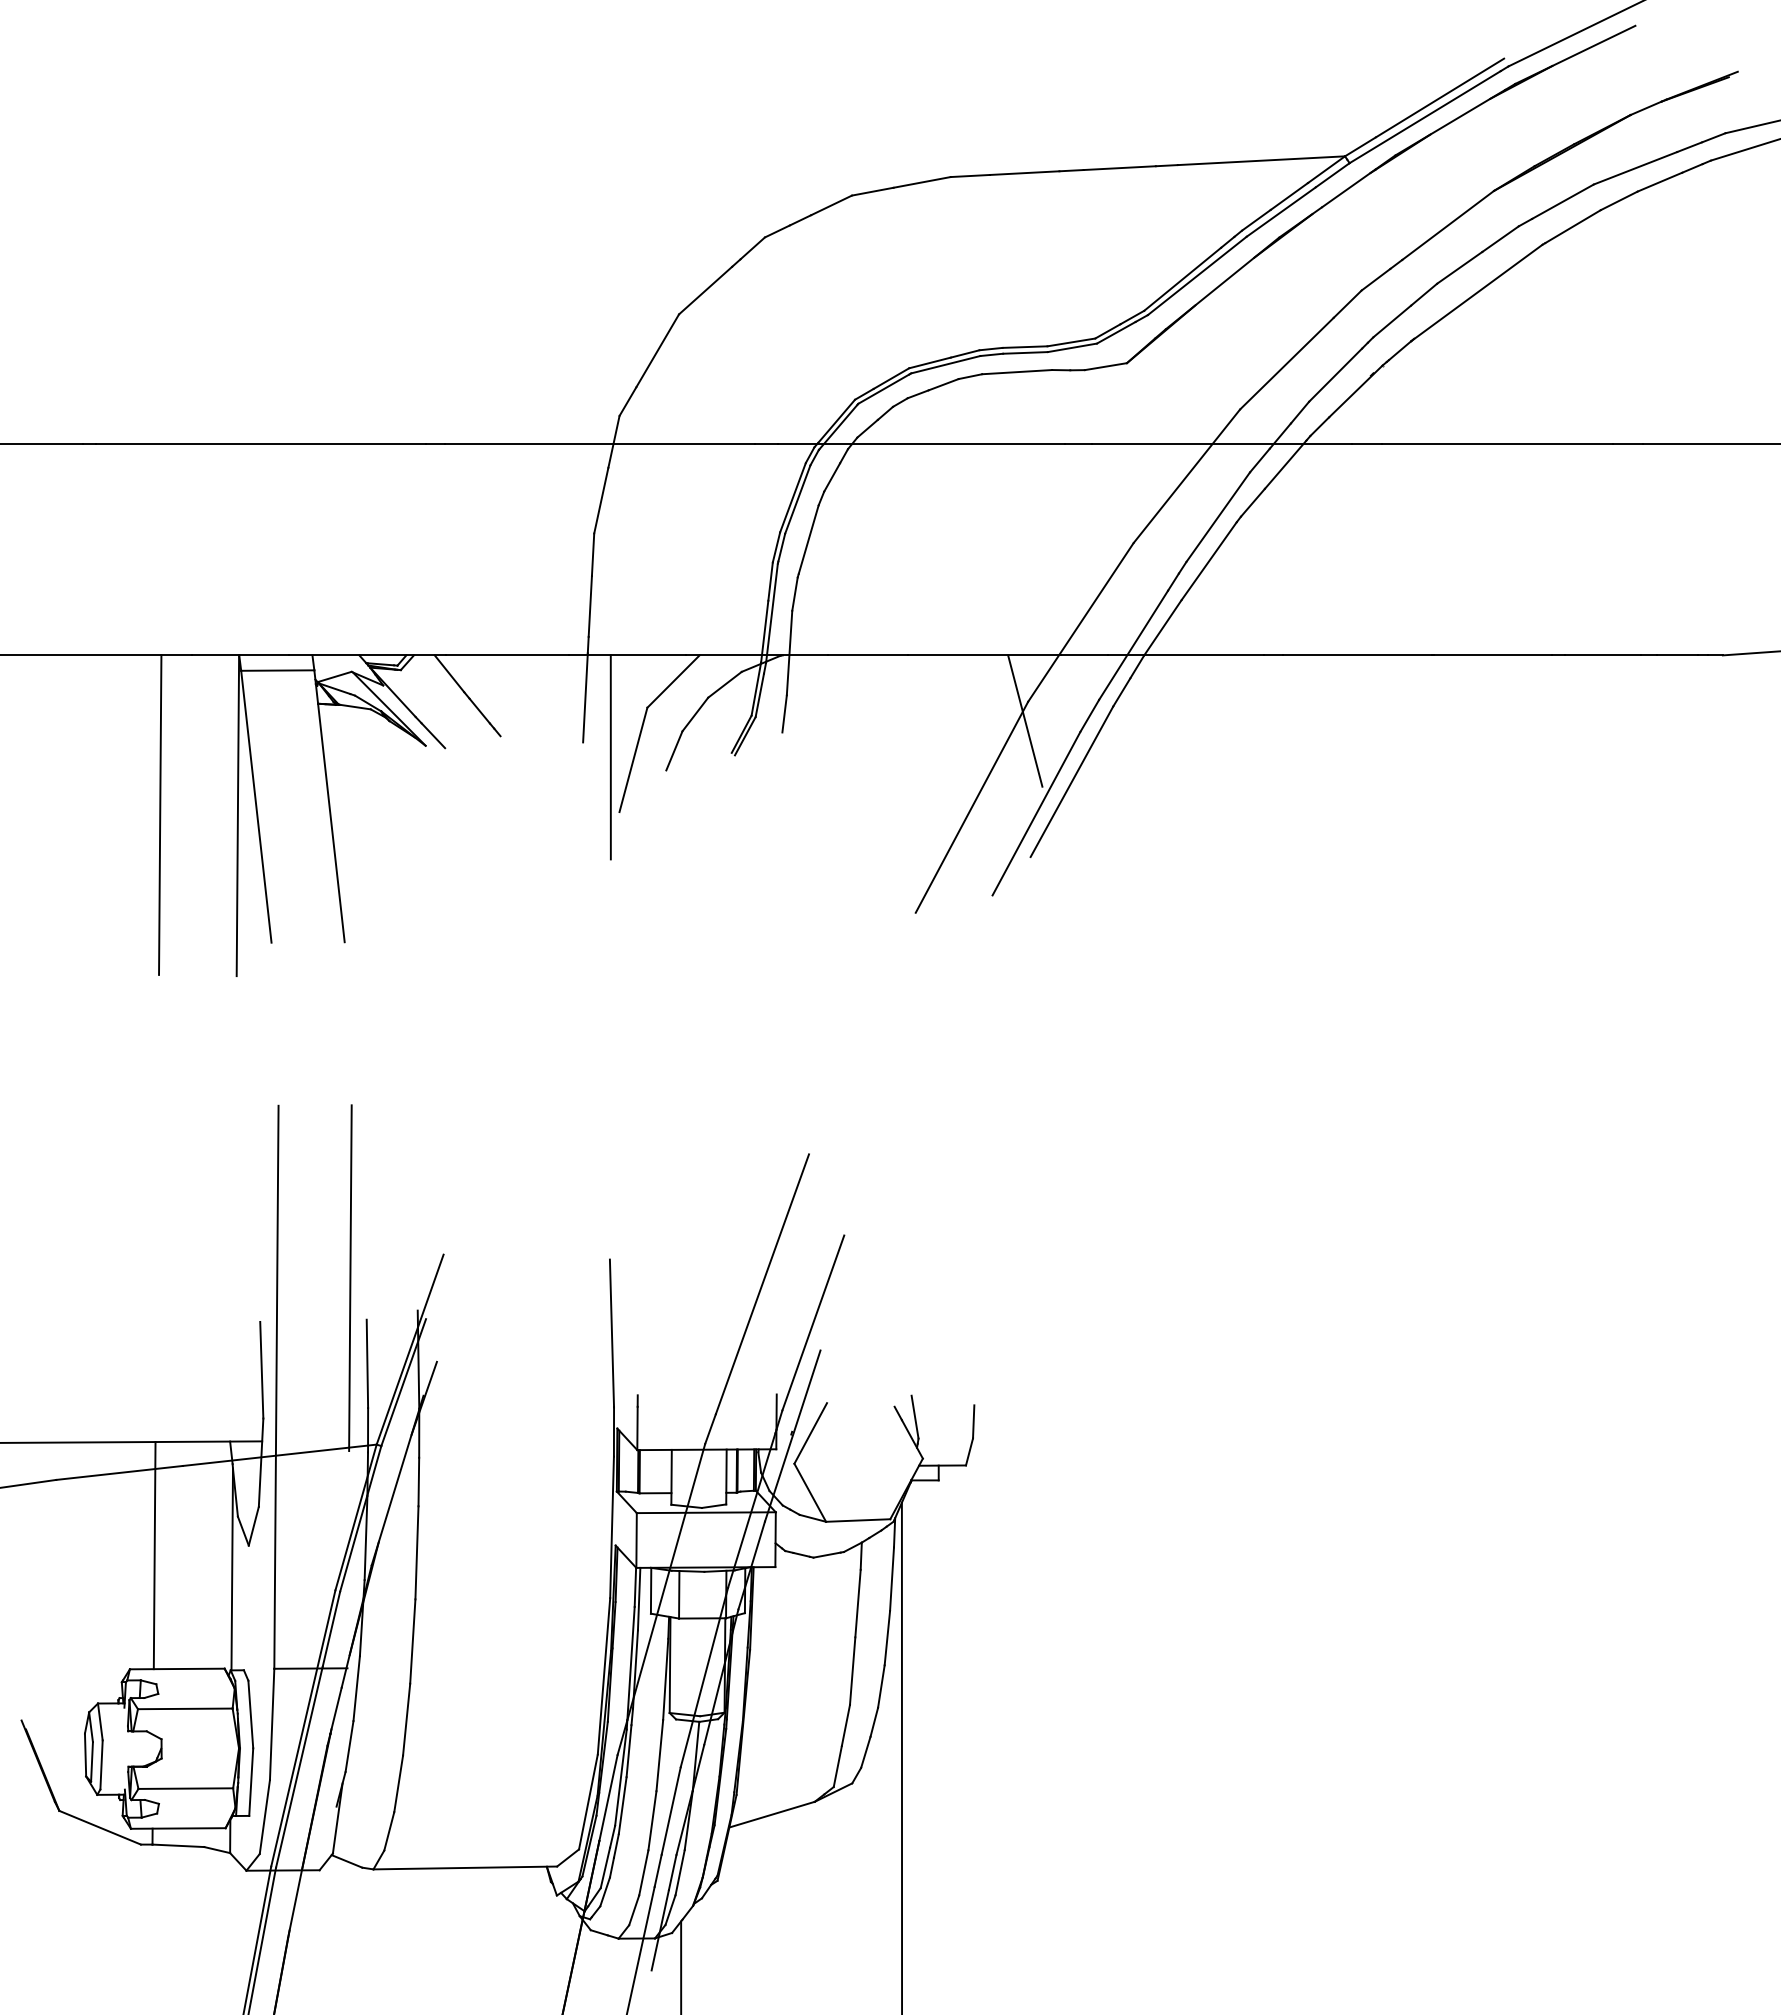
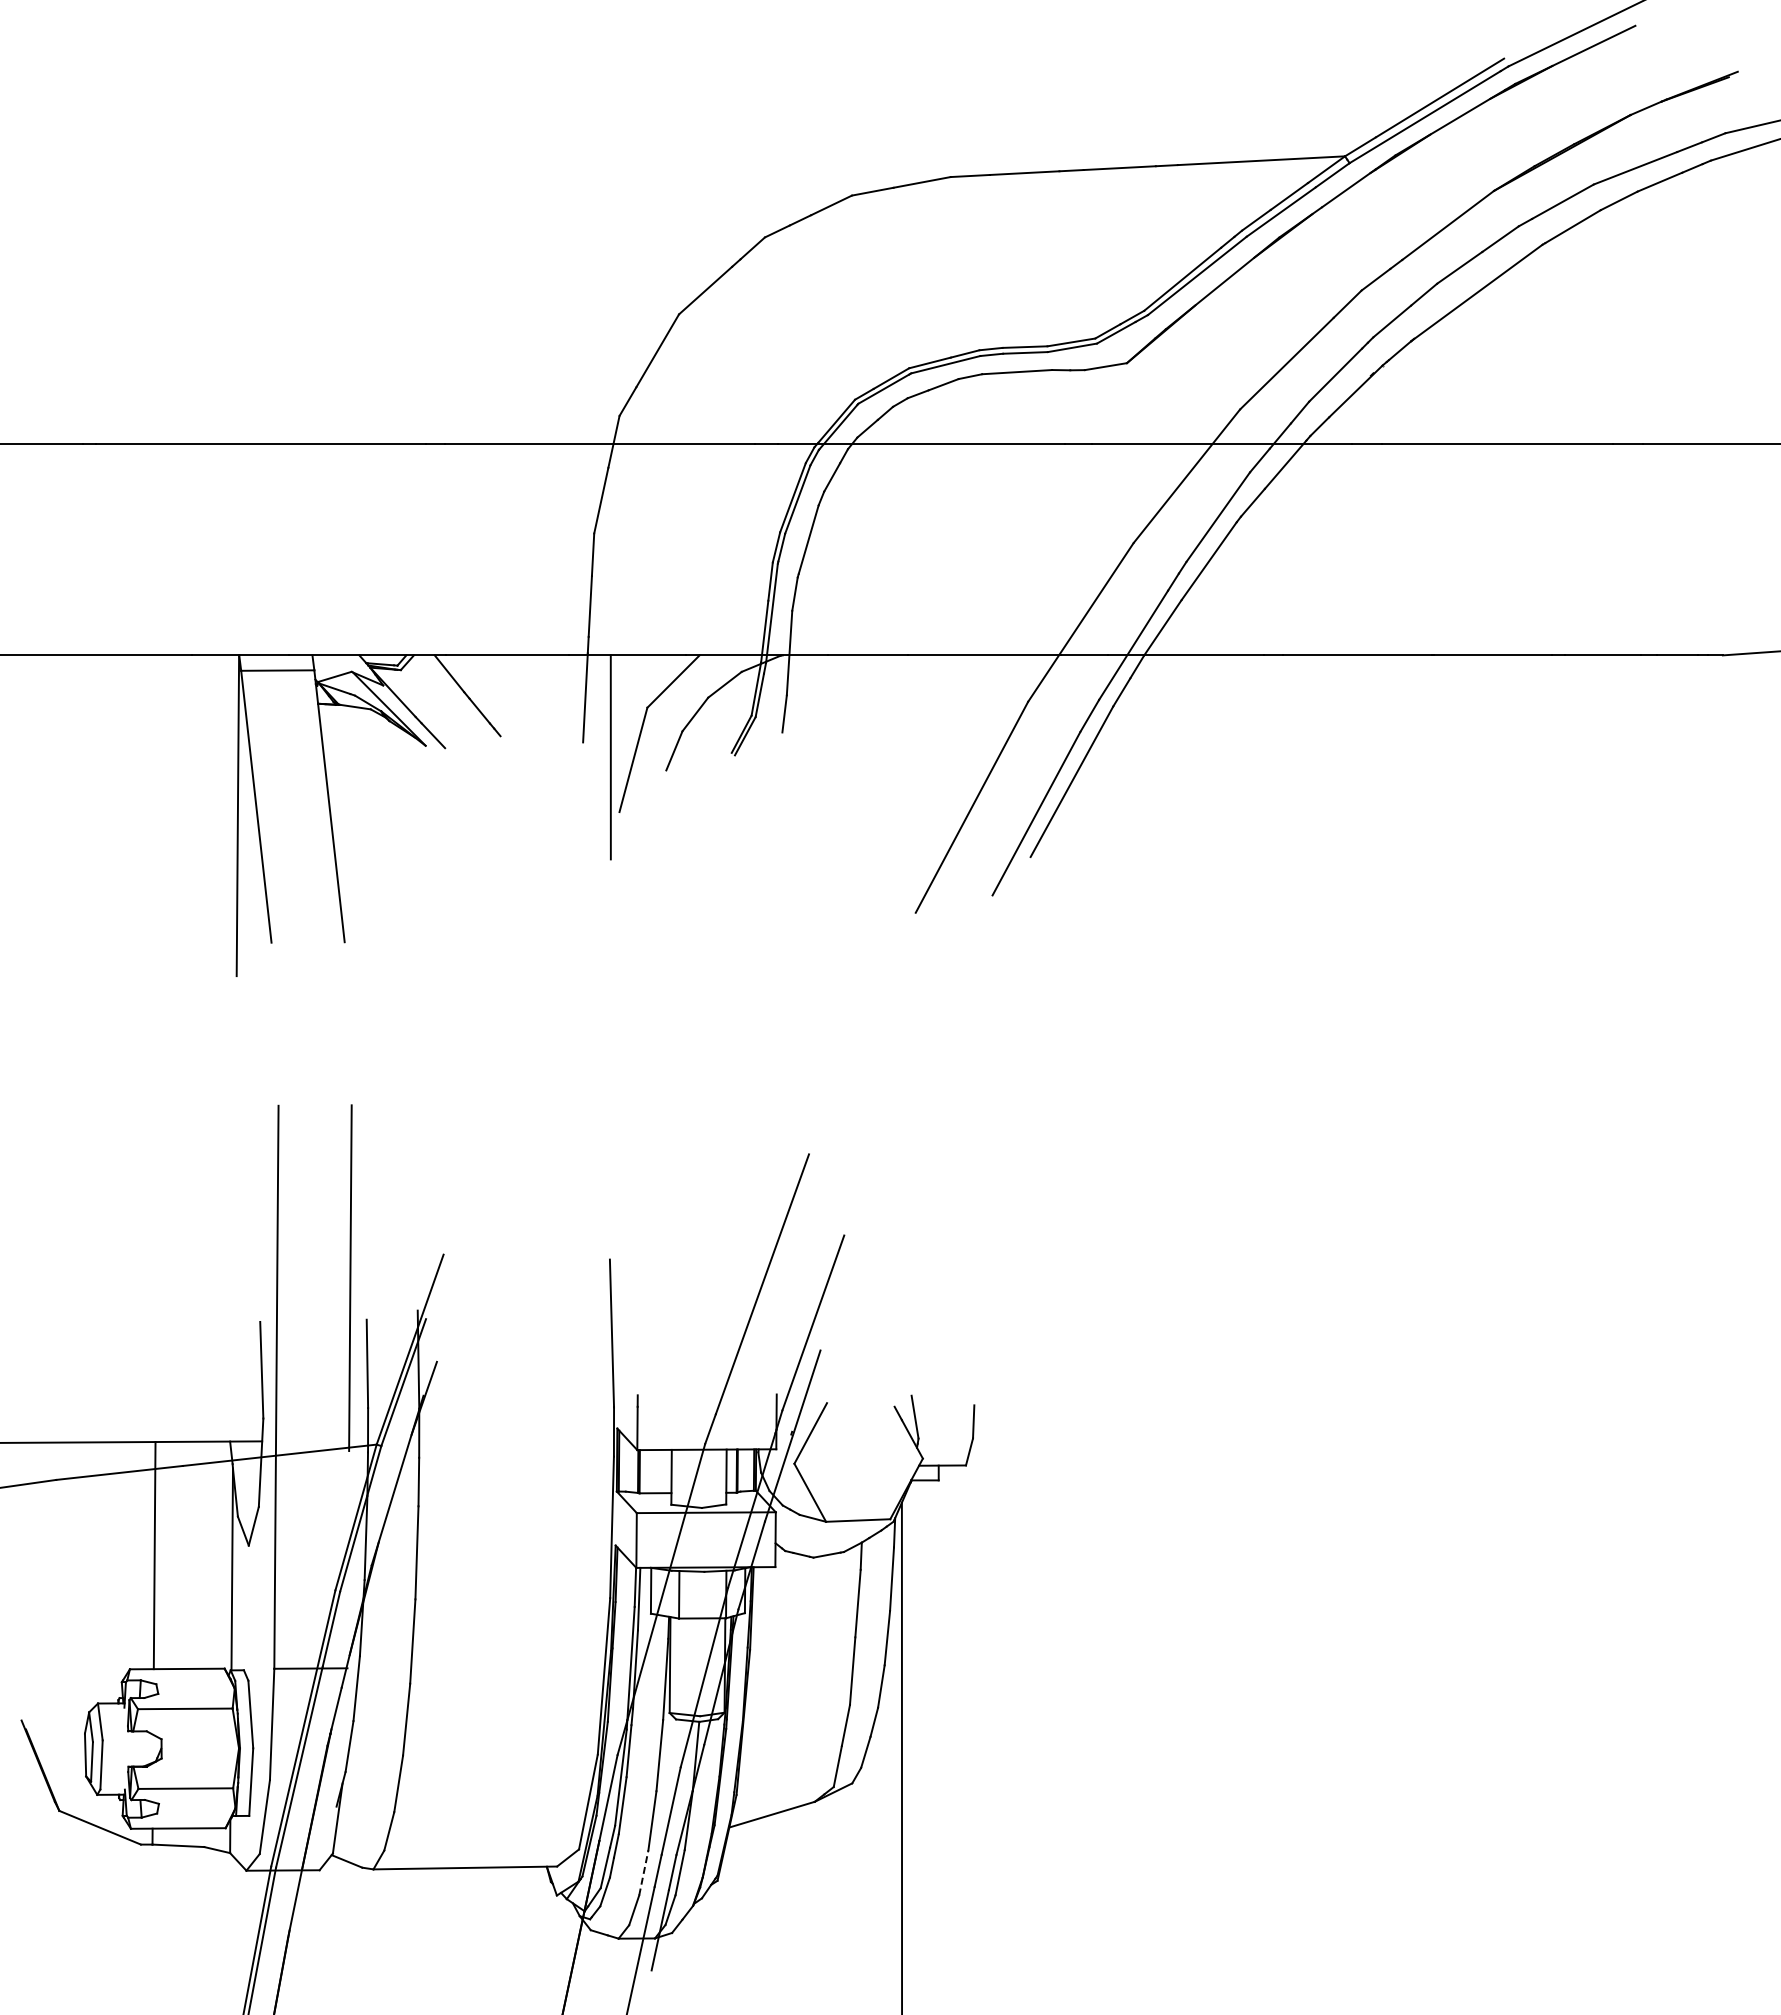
line at (1025, 720): present -> none
line at (160, 814): present -> none
line at (643, 1872): solid -> dashed
line at (681, 1966): present -> none
